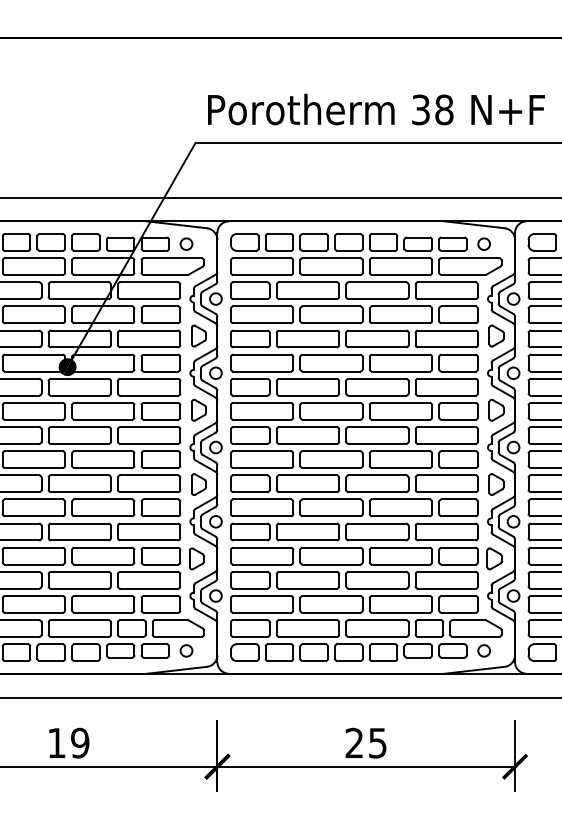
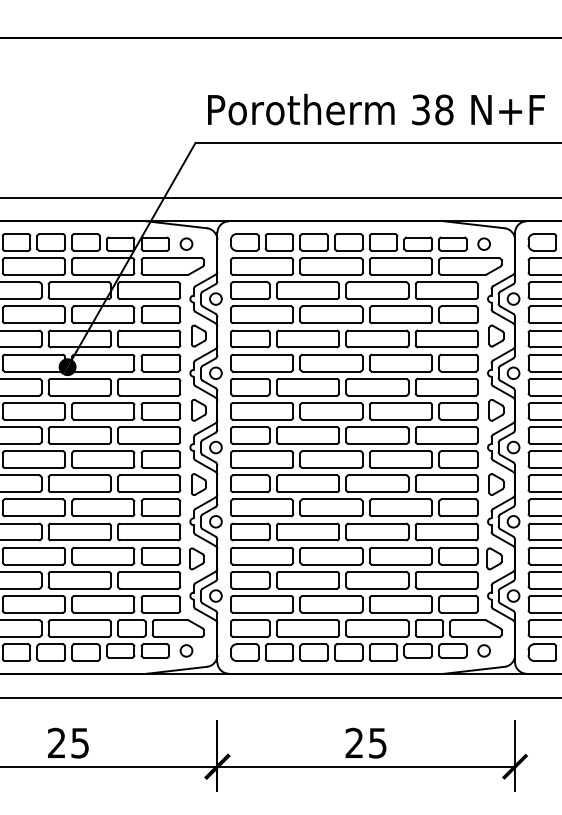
text at (68, 742): 19 -> 25
